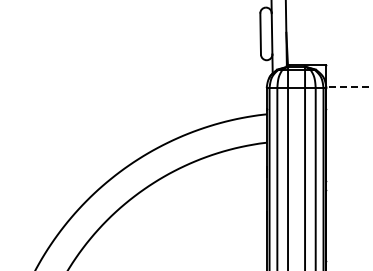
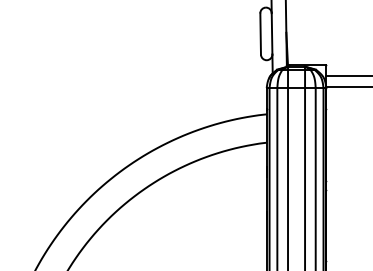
line at (347, 75): none -> present
line at (349, 86): dashed -> solid
